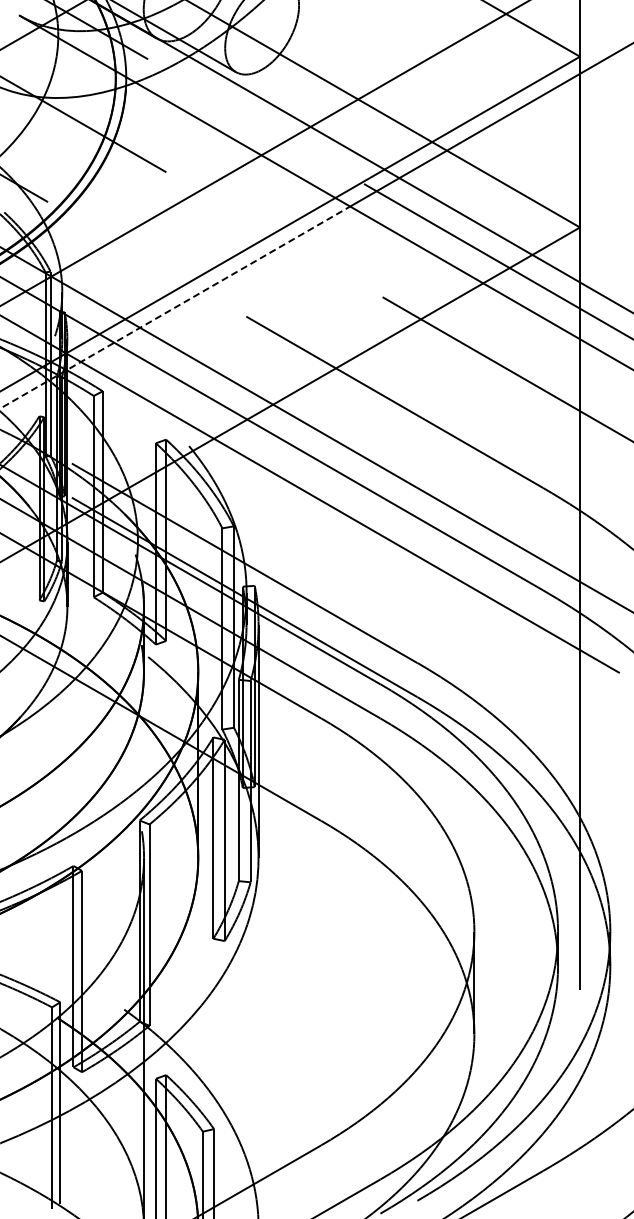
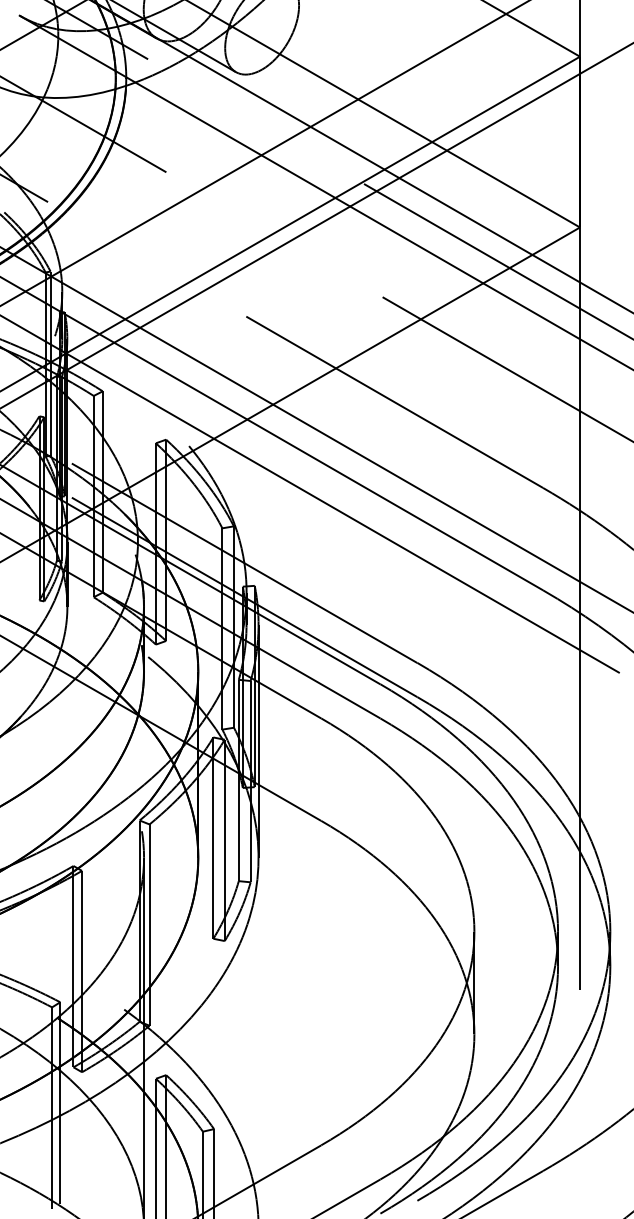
line at (175, 307): dashed -> solid
